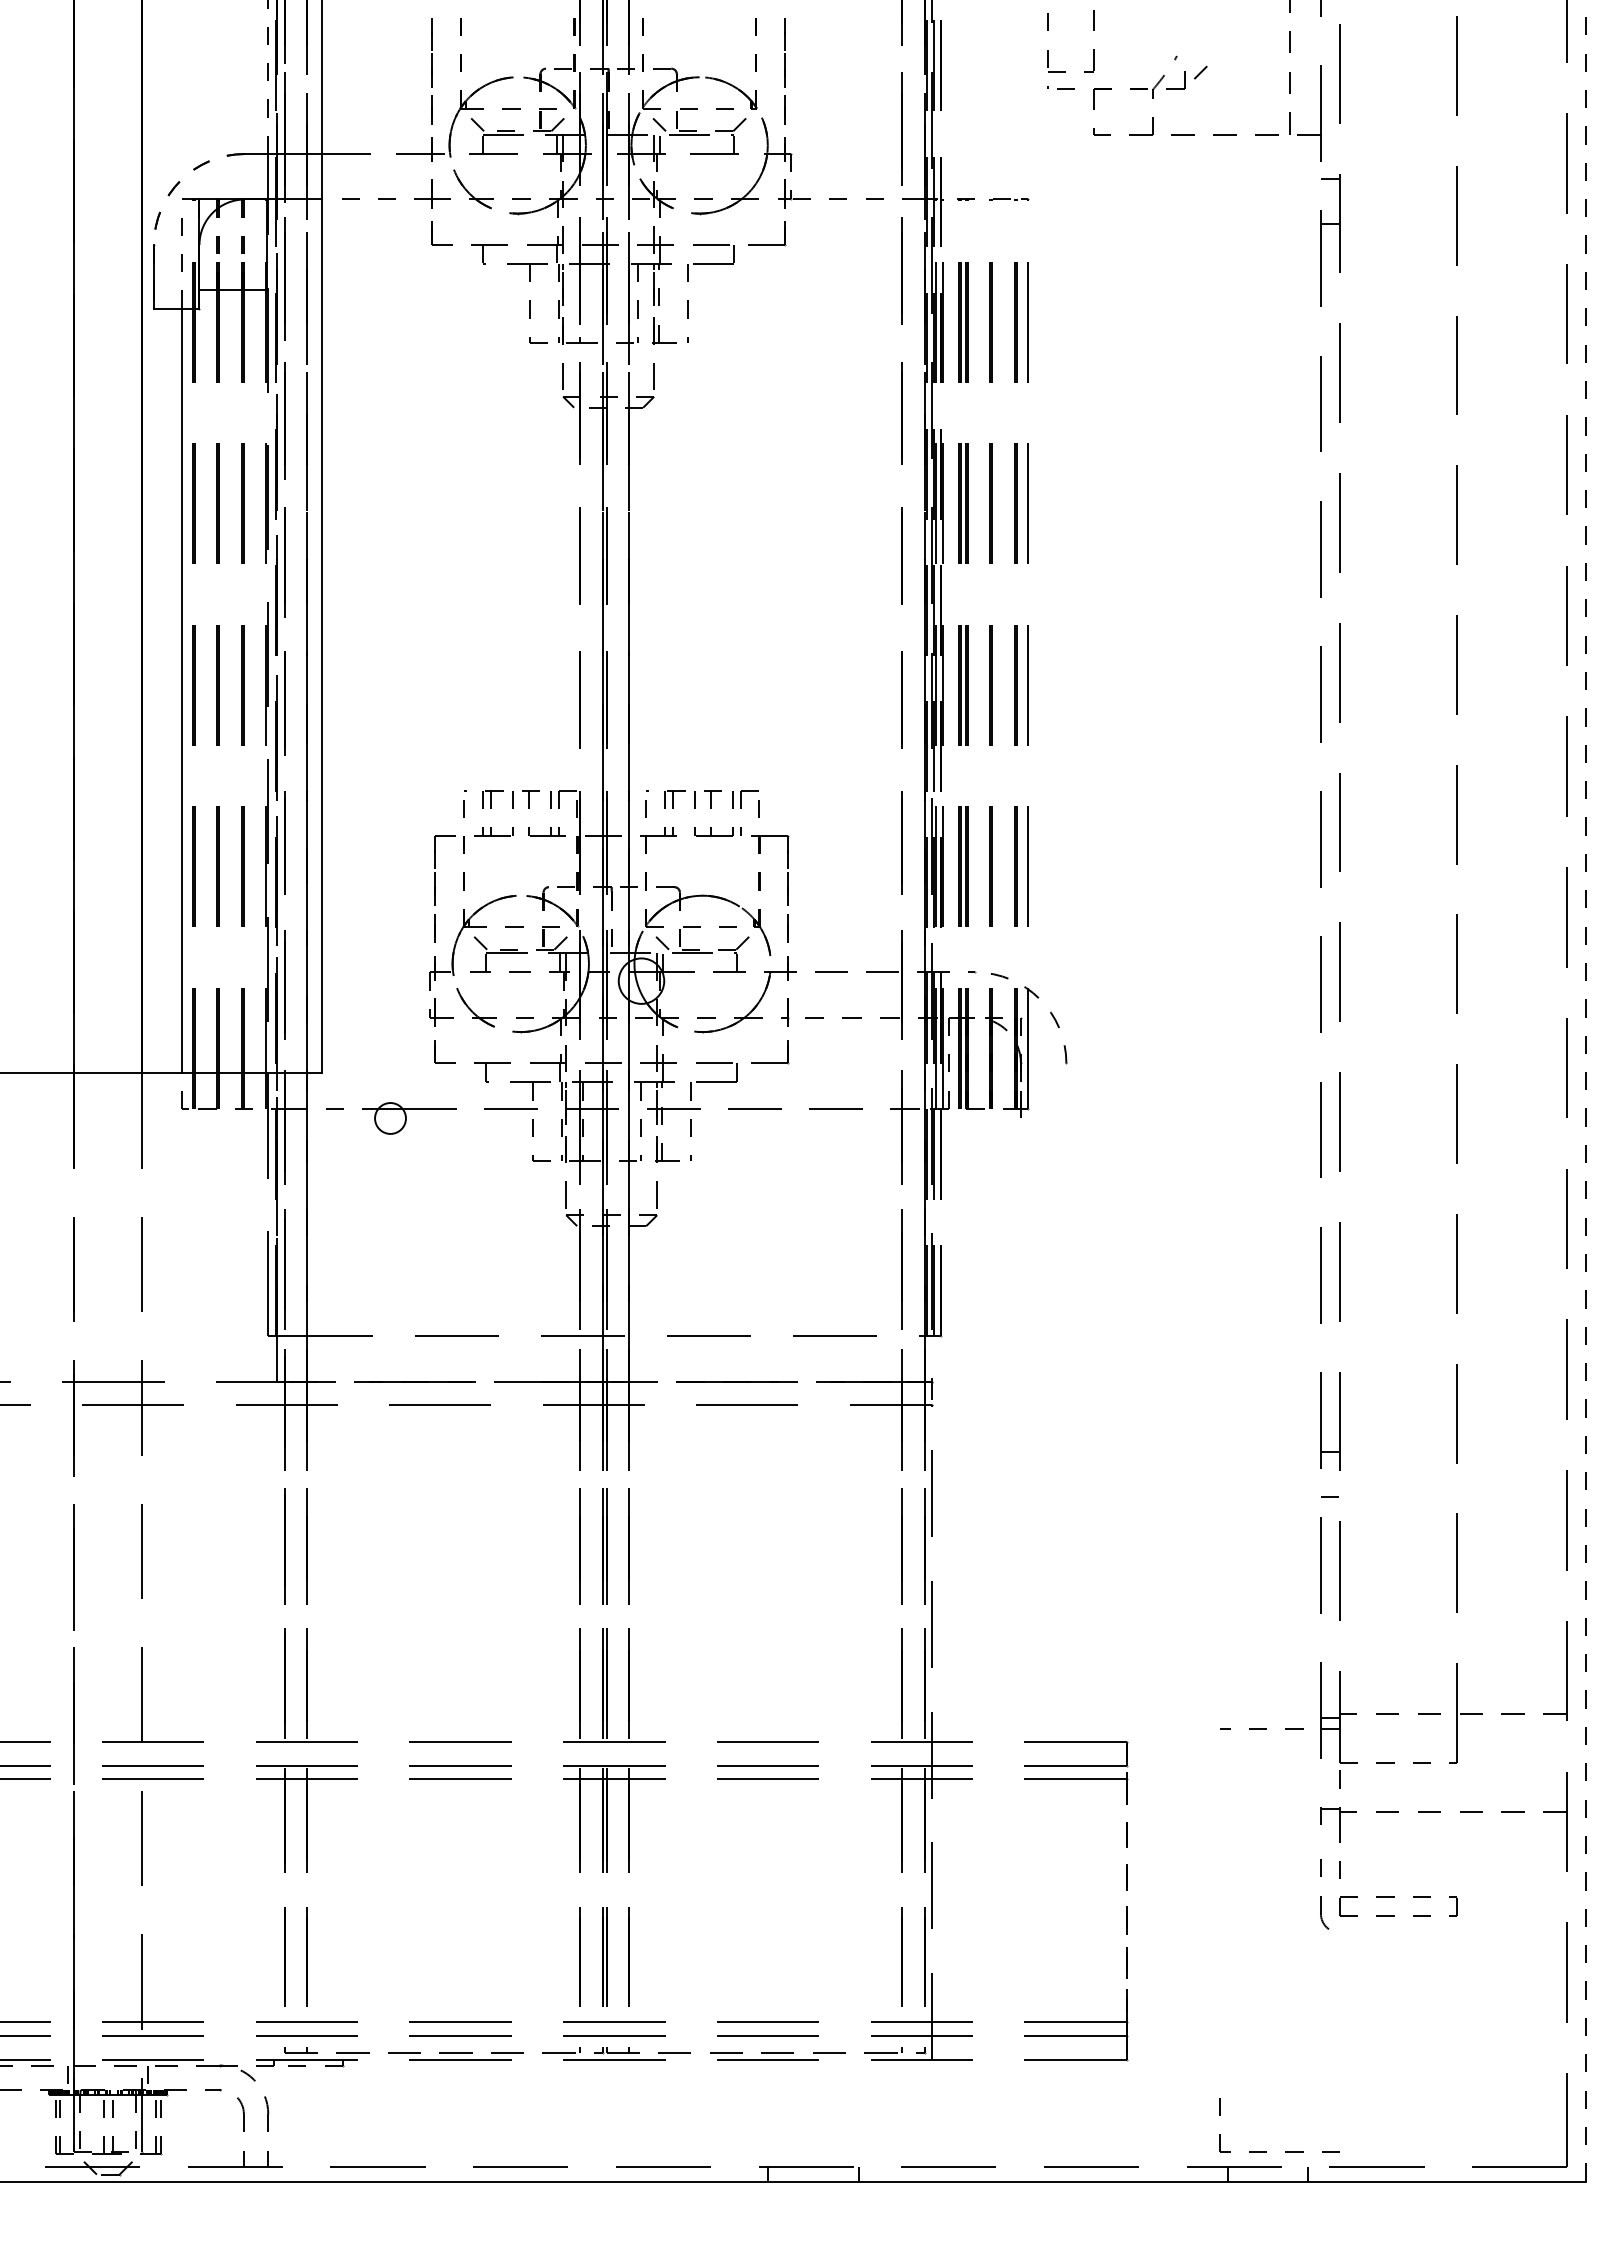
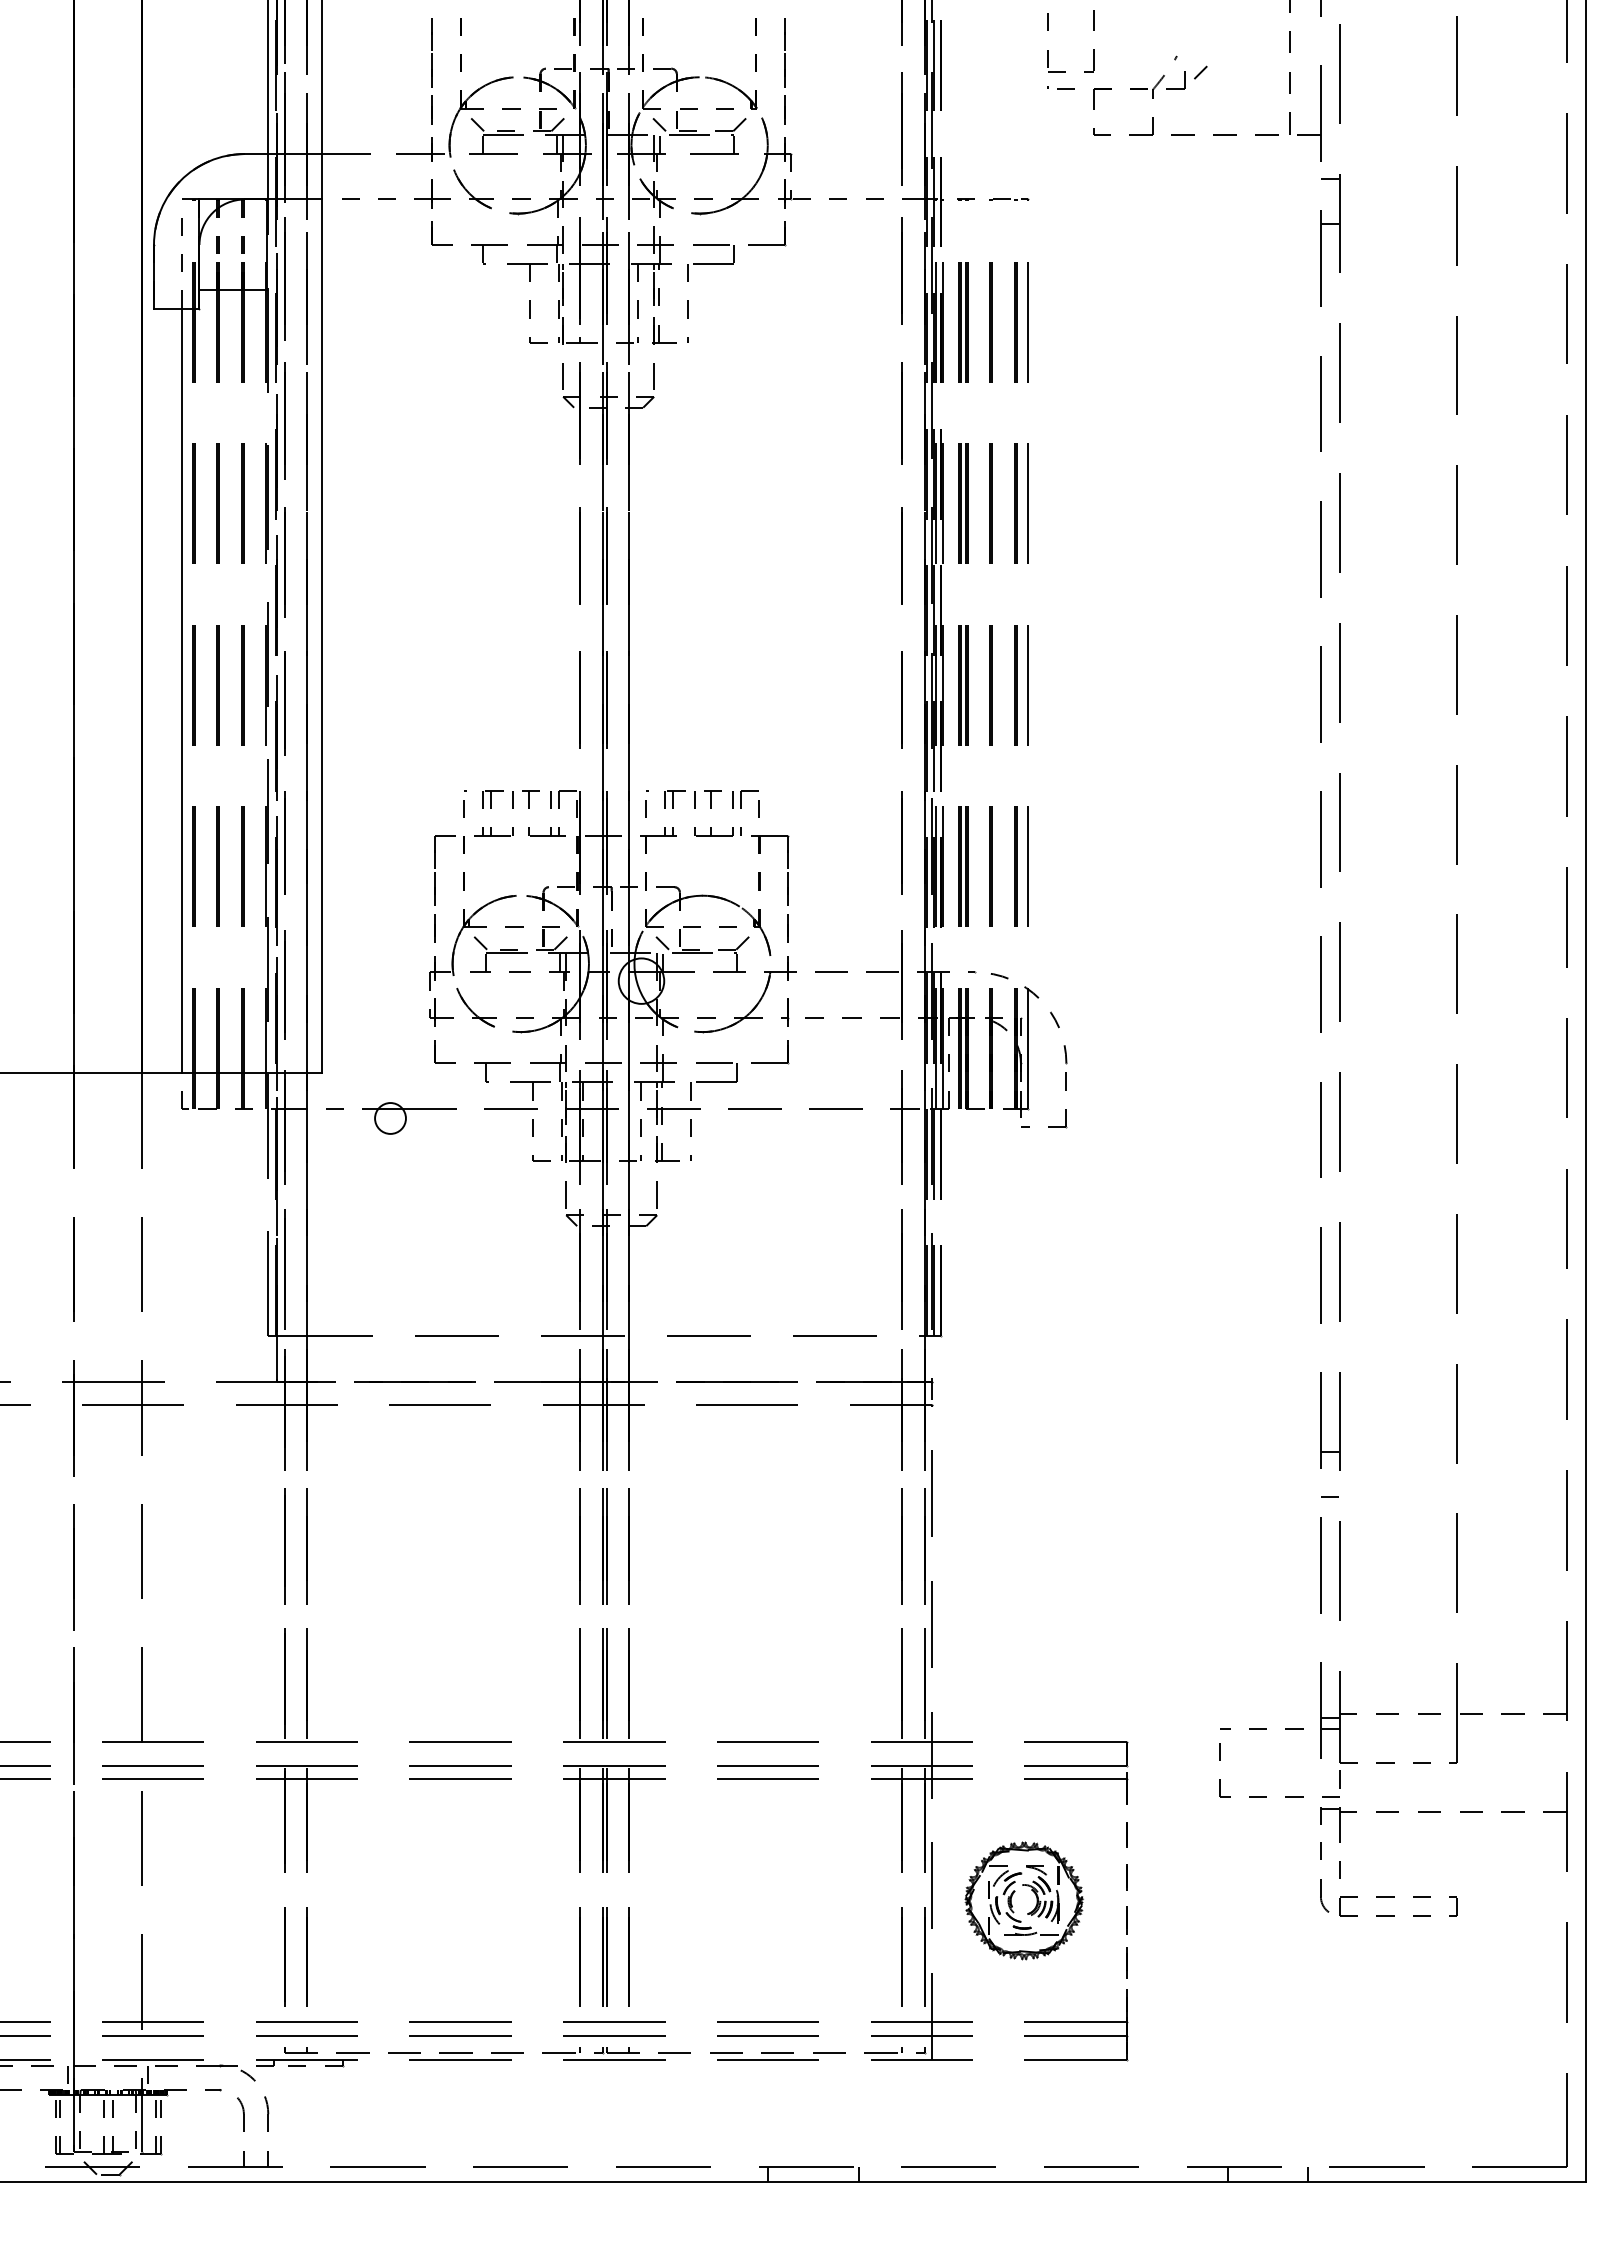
line at (268, 77): dashed -> solid
arc at (180, 180): dashed -> solid
line at (1586, 1091): dashed -> solid
part at (1065, 1109): none -> present
part at (1324, 1894) position: (1324, 1894) -> (1324, 1877)
part at (1023, 1900): none -> present
part at (1285, 2151) position: (1285, 2151) -> (1285, 1796)
